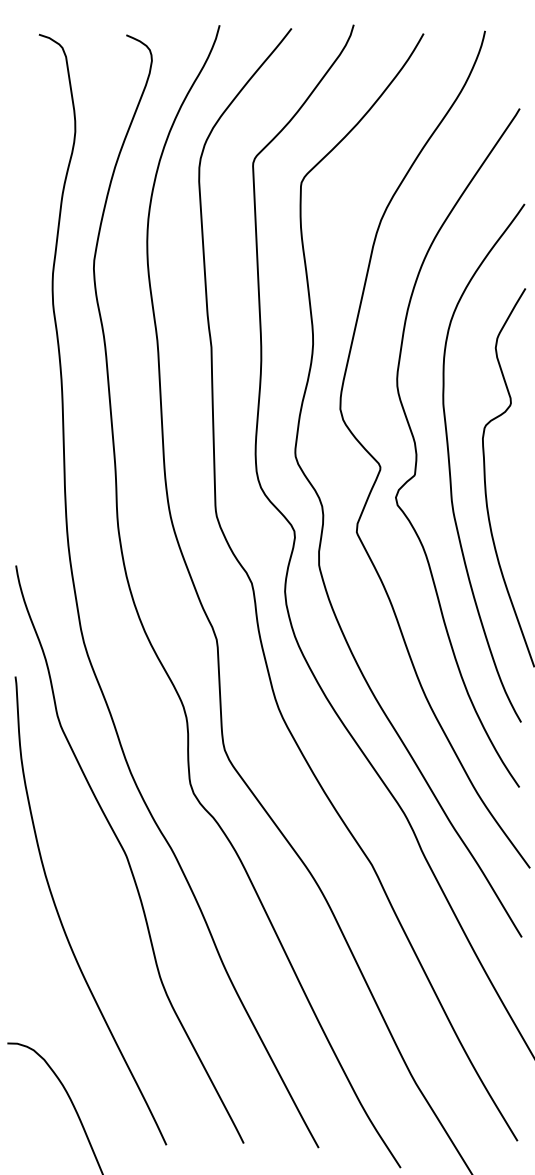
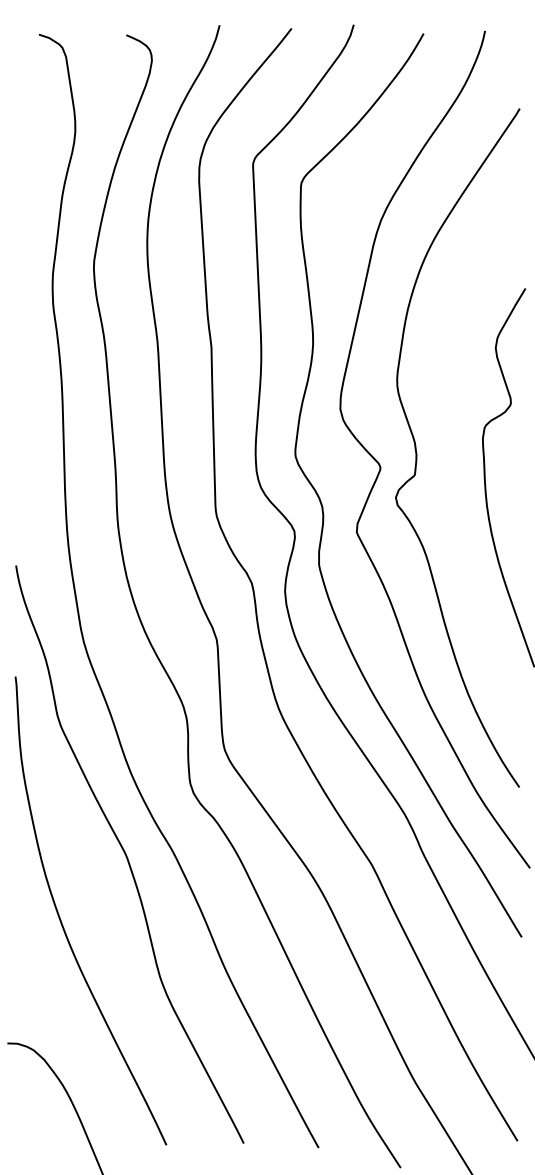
curve at (450, 463): present -> none
